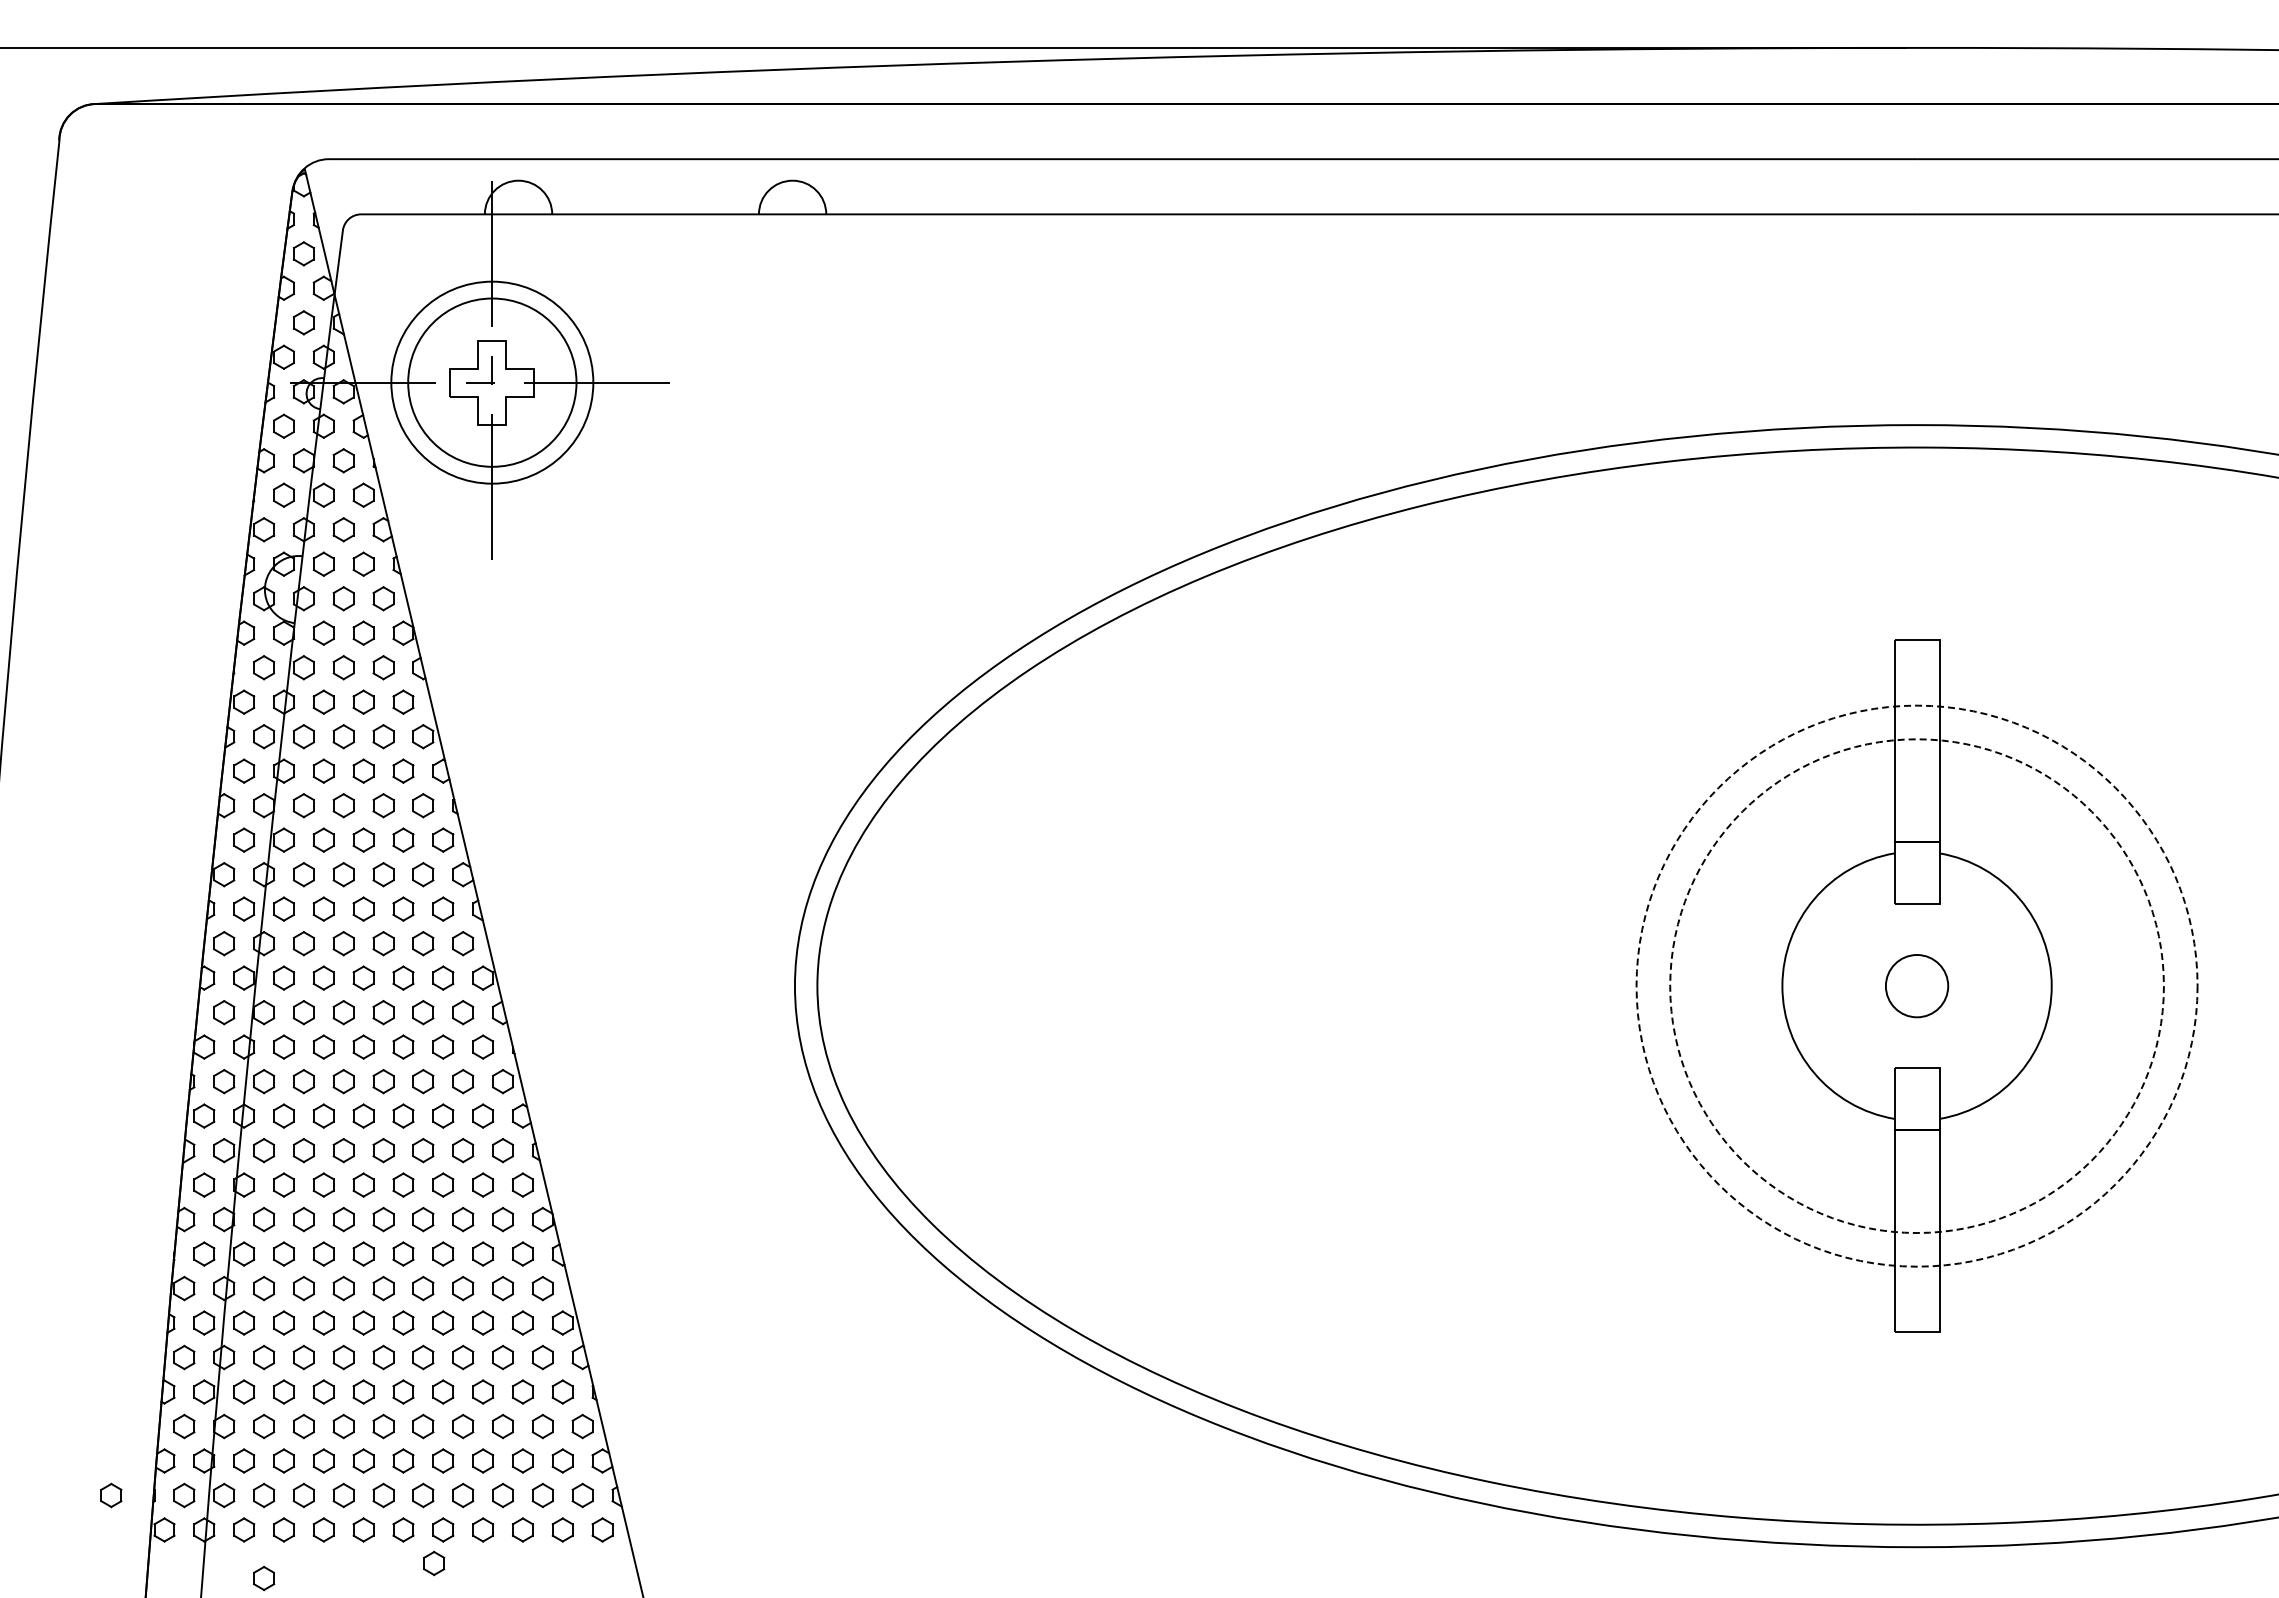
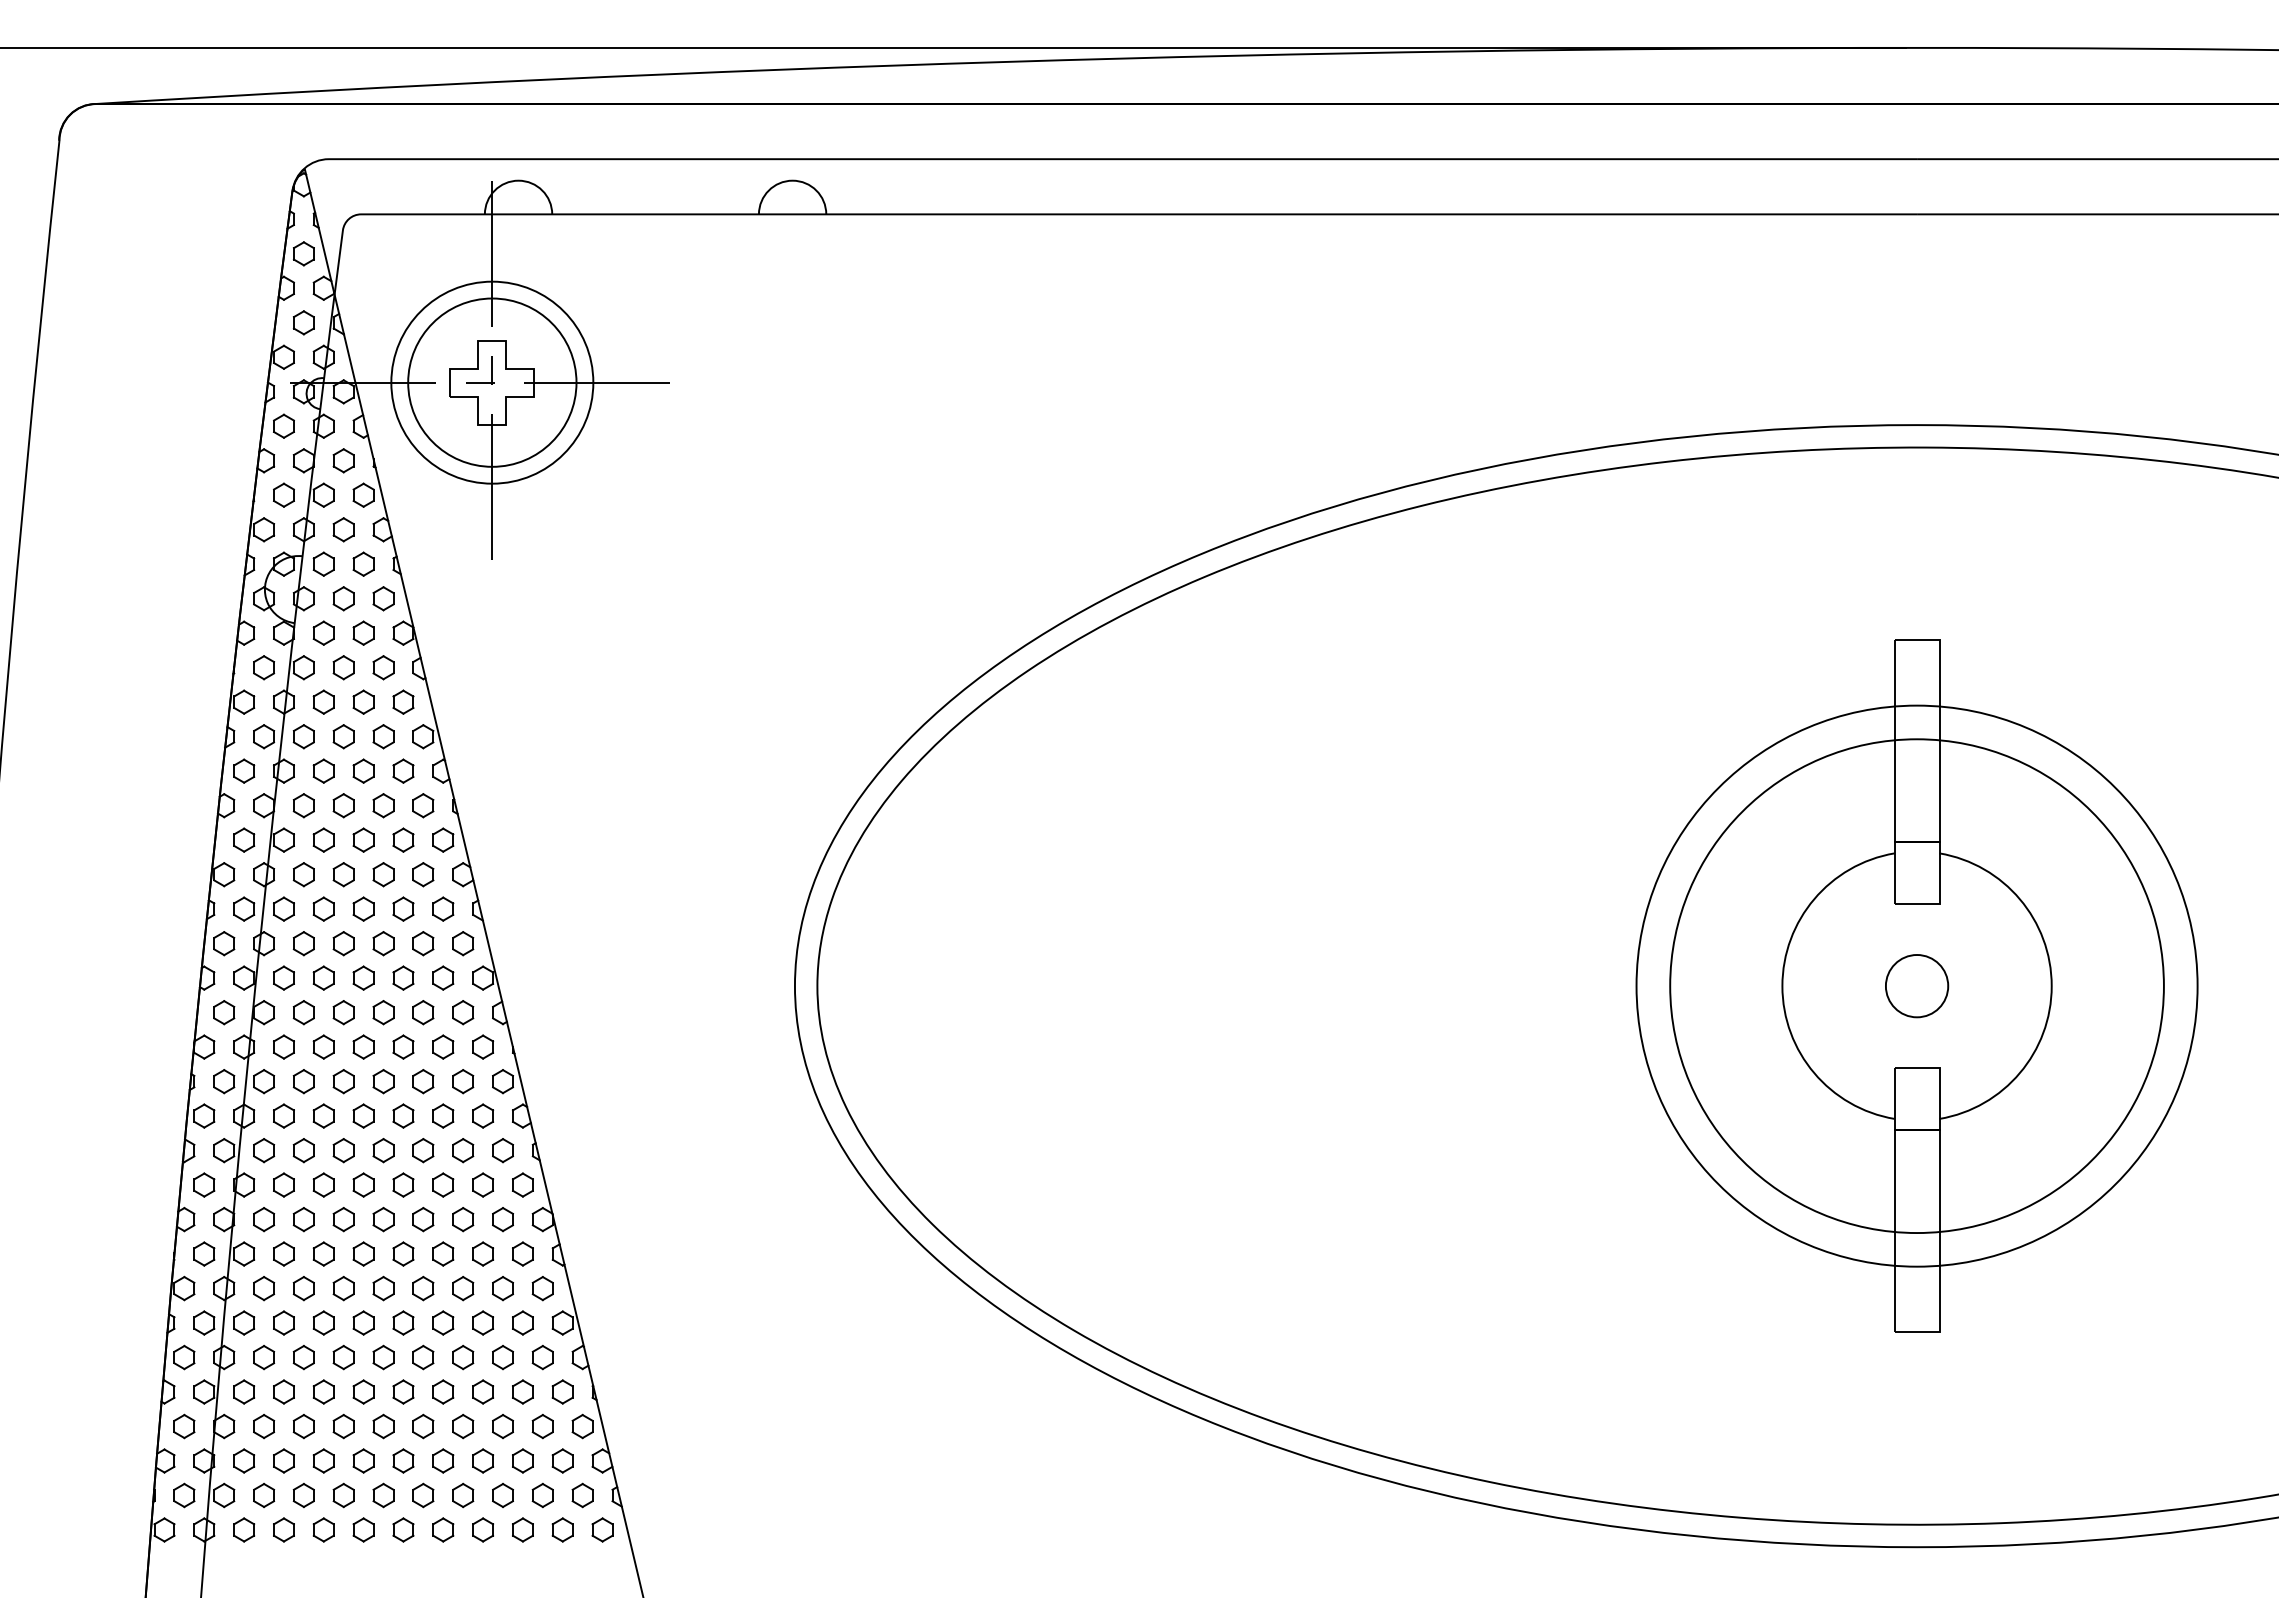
circle at (1916, 985): dashed -> solid
circle at (1916, 986): dashed -> solid
part at (111, 1495): present -> none
part at (434, 1563): present -> none
part at (264, 1578): present -> none
